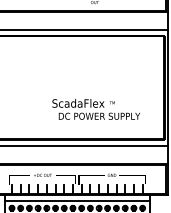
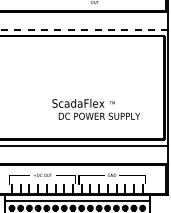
line at (84, 29): solid -> dashed
